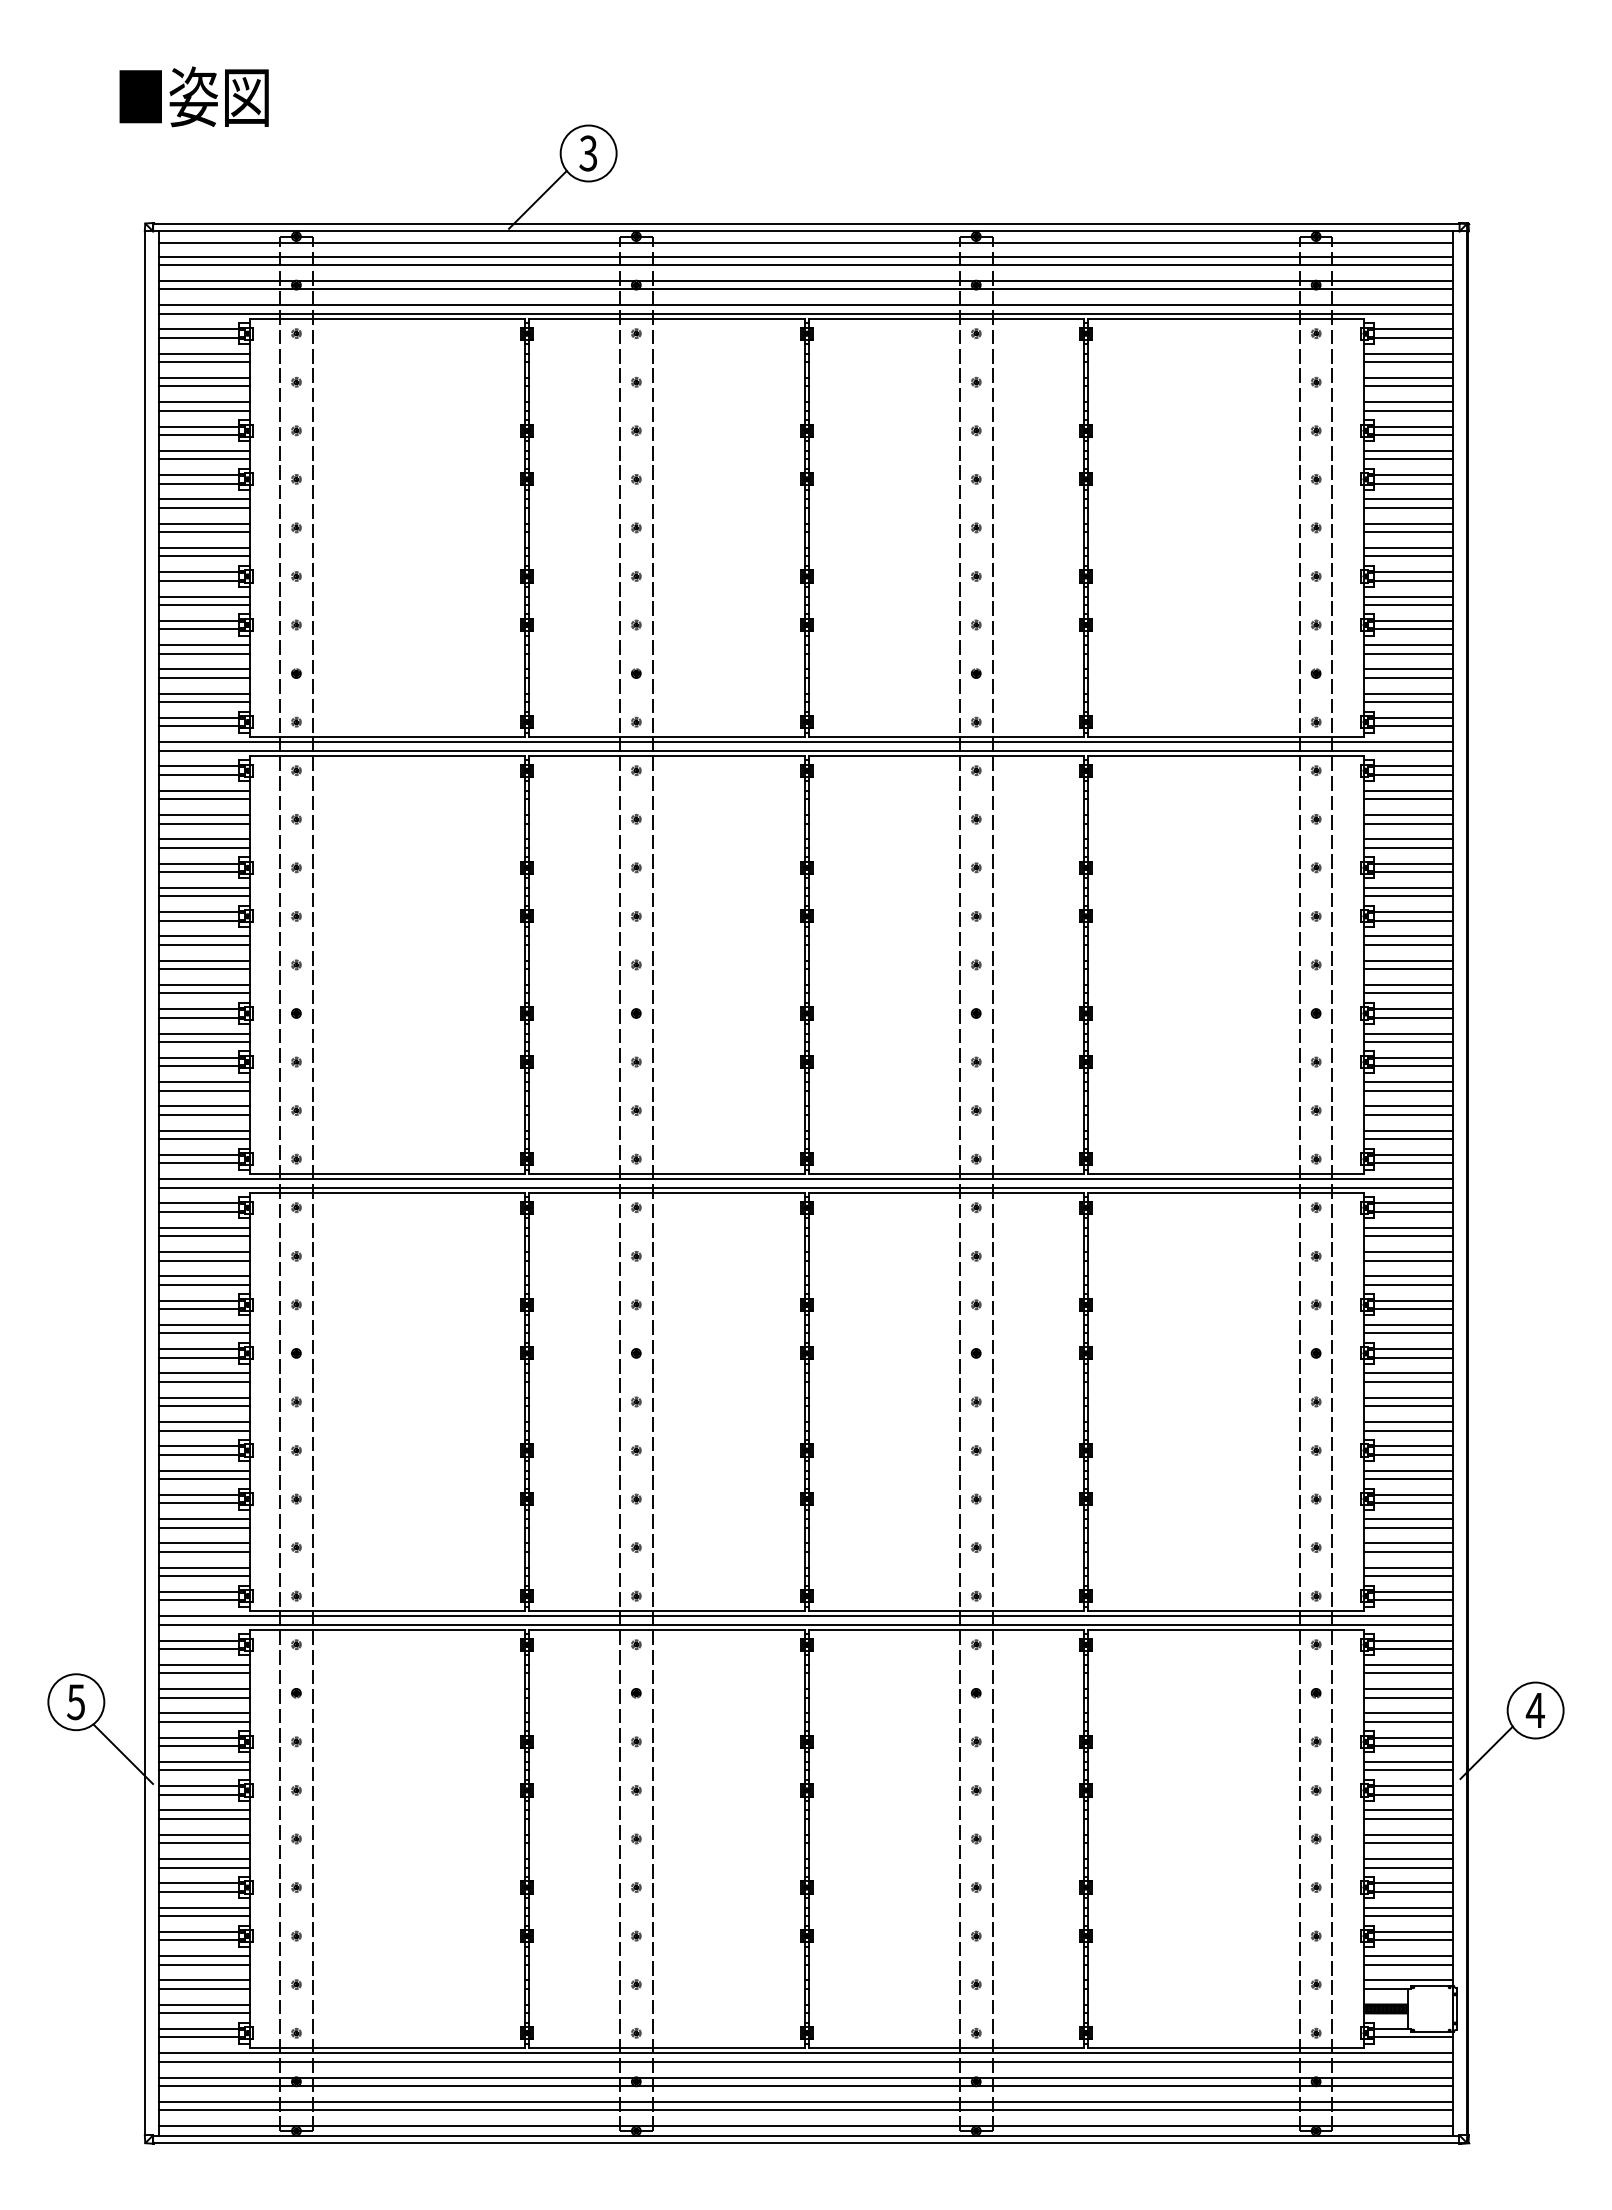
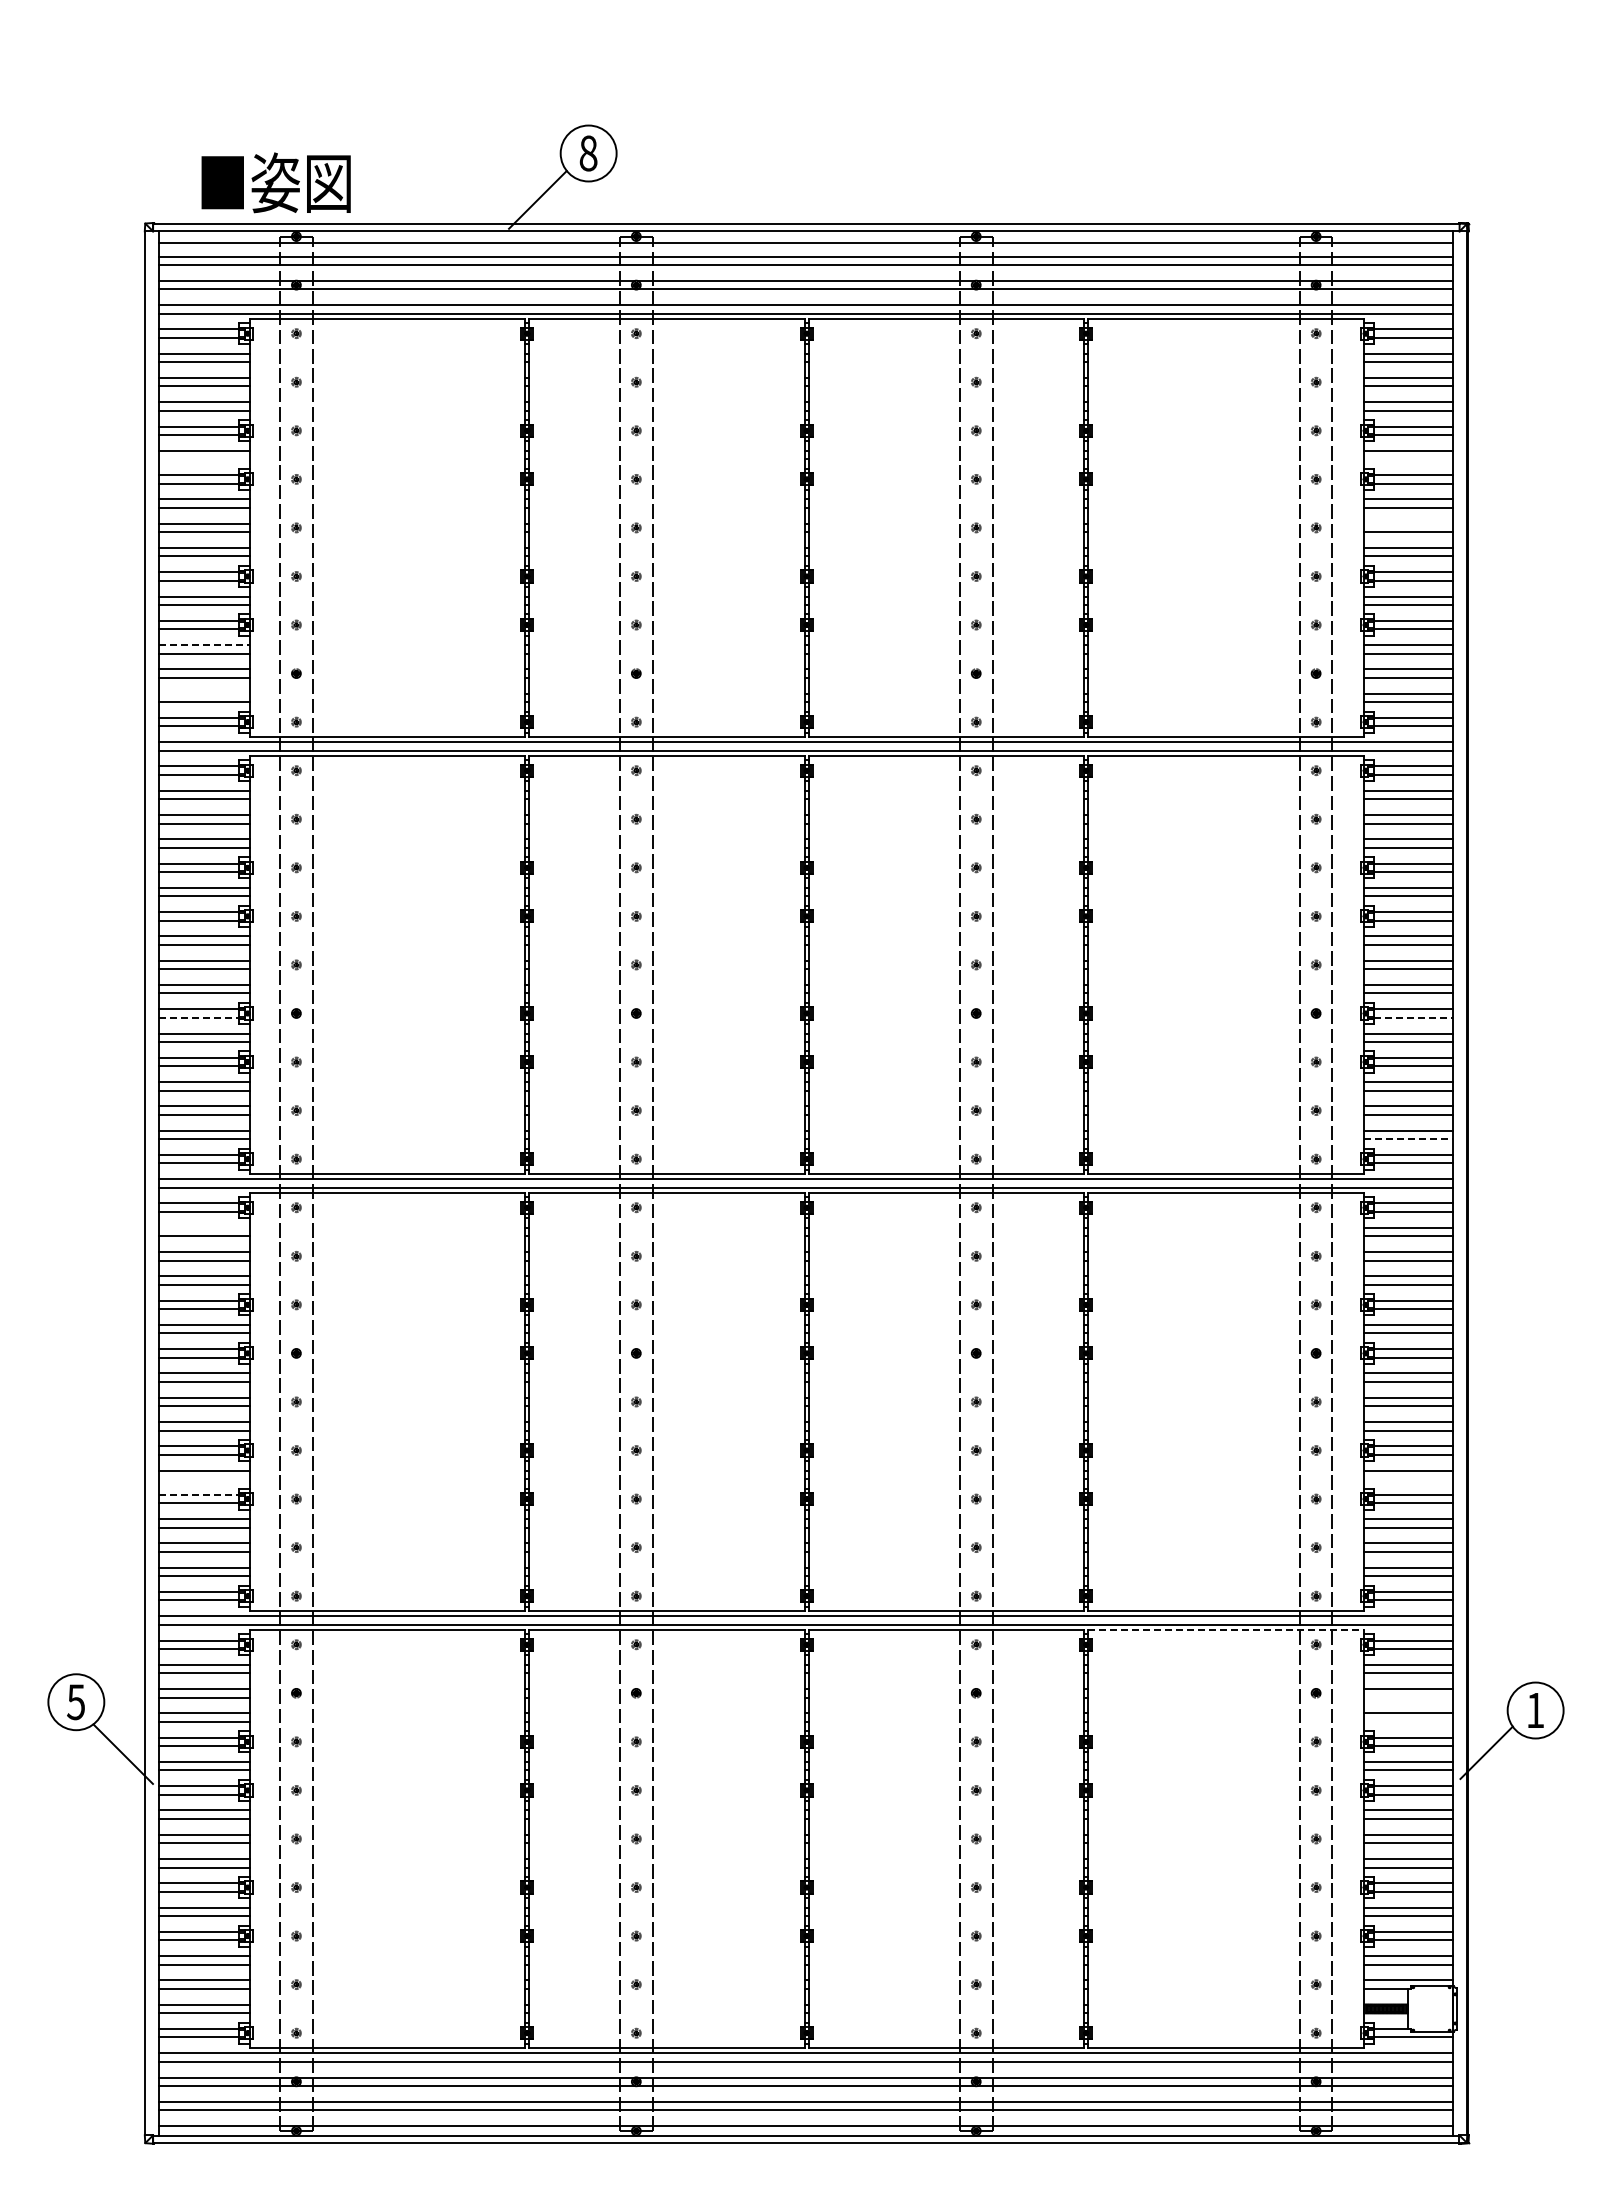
text at (193, 96) position: (193, 96) -> (275, 182)
text at (588, 153): 3 -> 8
line at (204, 459): present -> none
line at (1407, 459): present -> none
line at (1407, 523): present -> none
line at (205, 645): solid -> dashed
line at (204, 693): present -> none
line at (199, 1017): solid -> dashed
line at (1414, 1017): solid -> dashed
line at (1408, 1139): solid -> dashed
line at (204, 1227): present -> none
line at (204, 1479): present -> none
line at (1407, 1479): present -> none
line at (199, 1494): solid -> dashed
line at (1225, 1629): solid -> dashed
line at (1407, 1697): present -> none
text at (1534, 1710): 4 -> 1
line at (1407, 1721): present -> none
